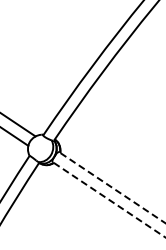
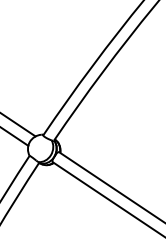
line at (112, 187): dashed -> solid
line at (109, 199): dashed -> solid
